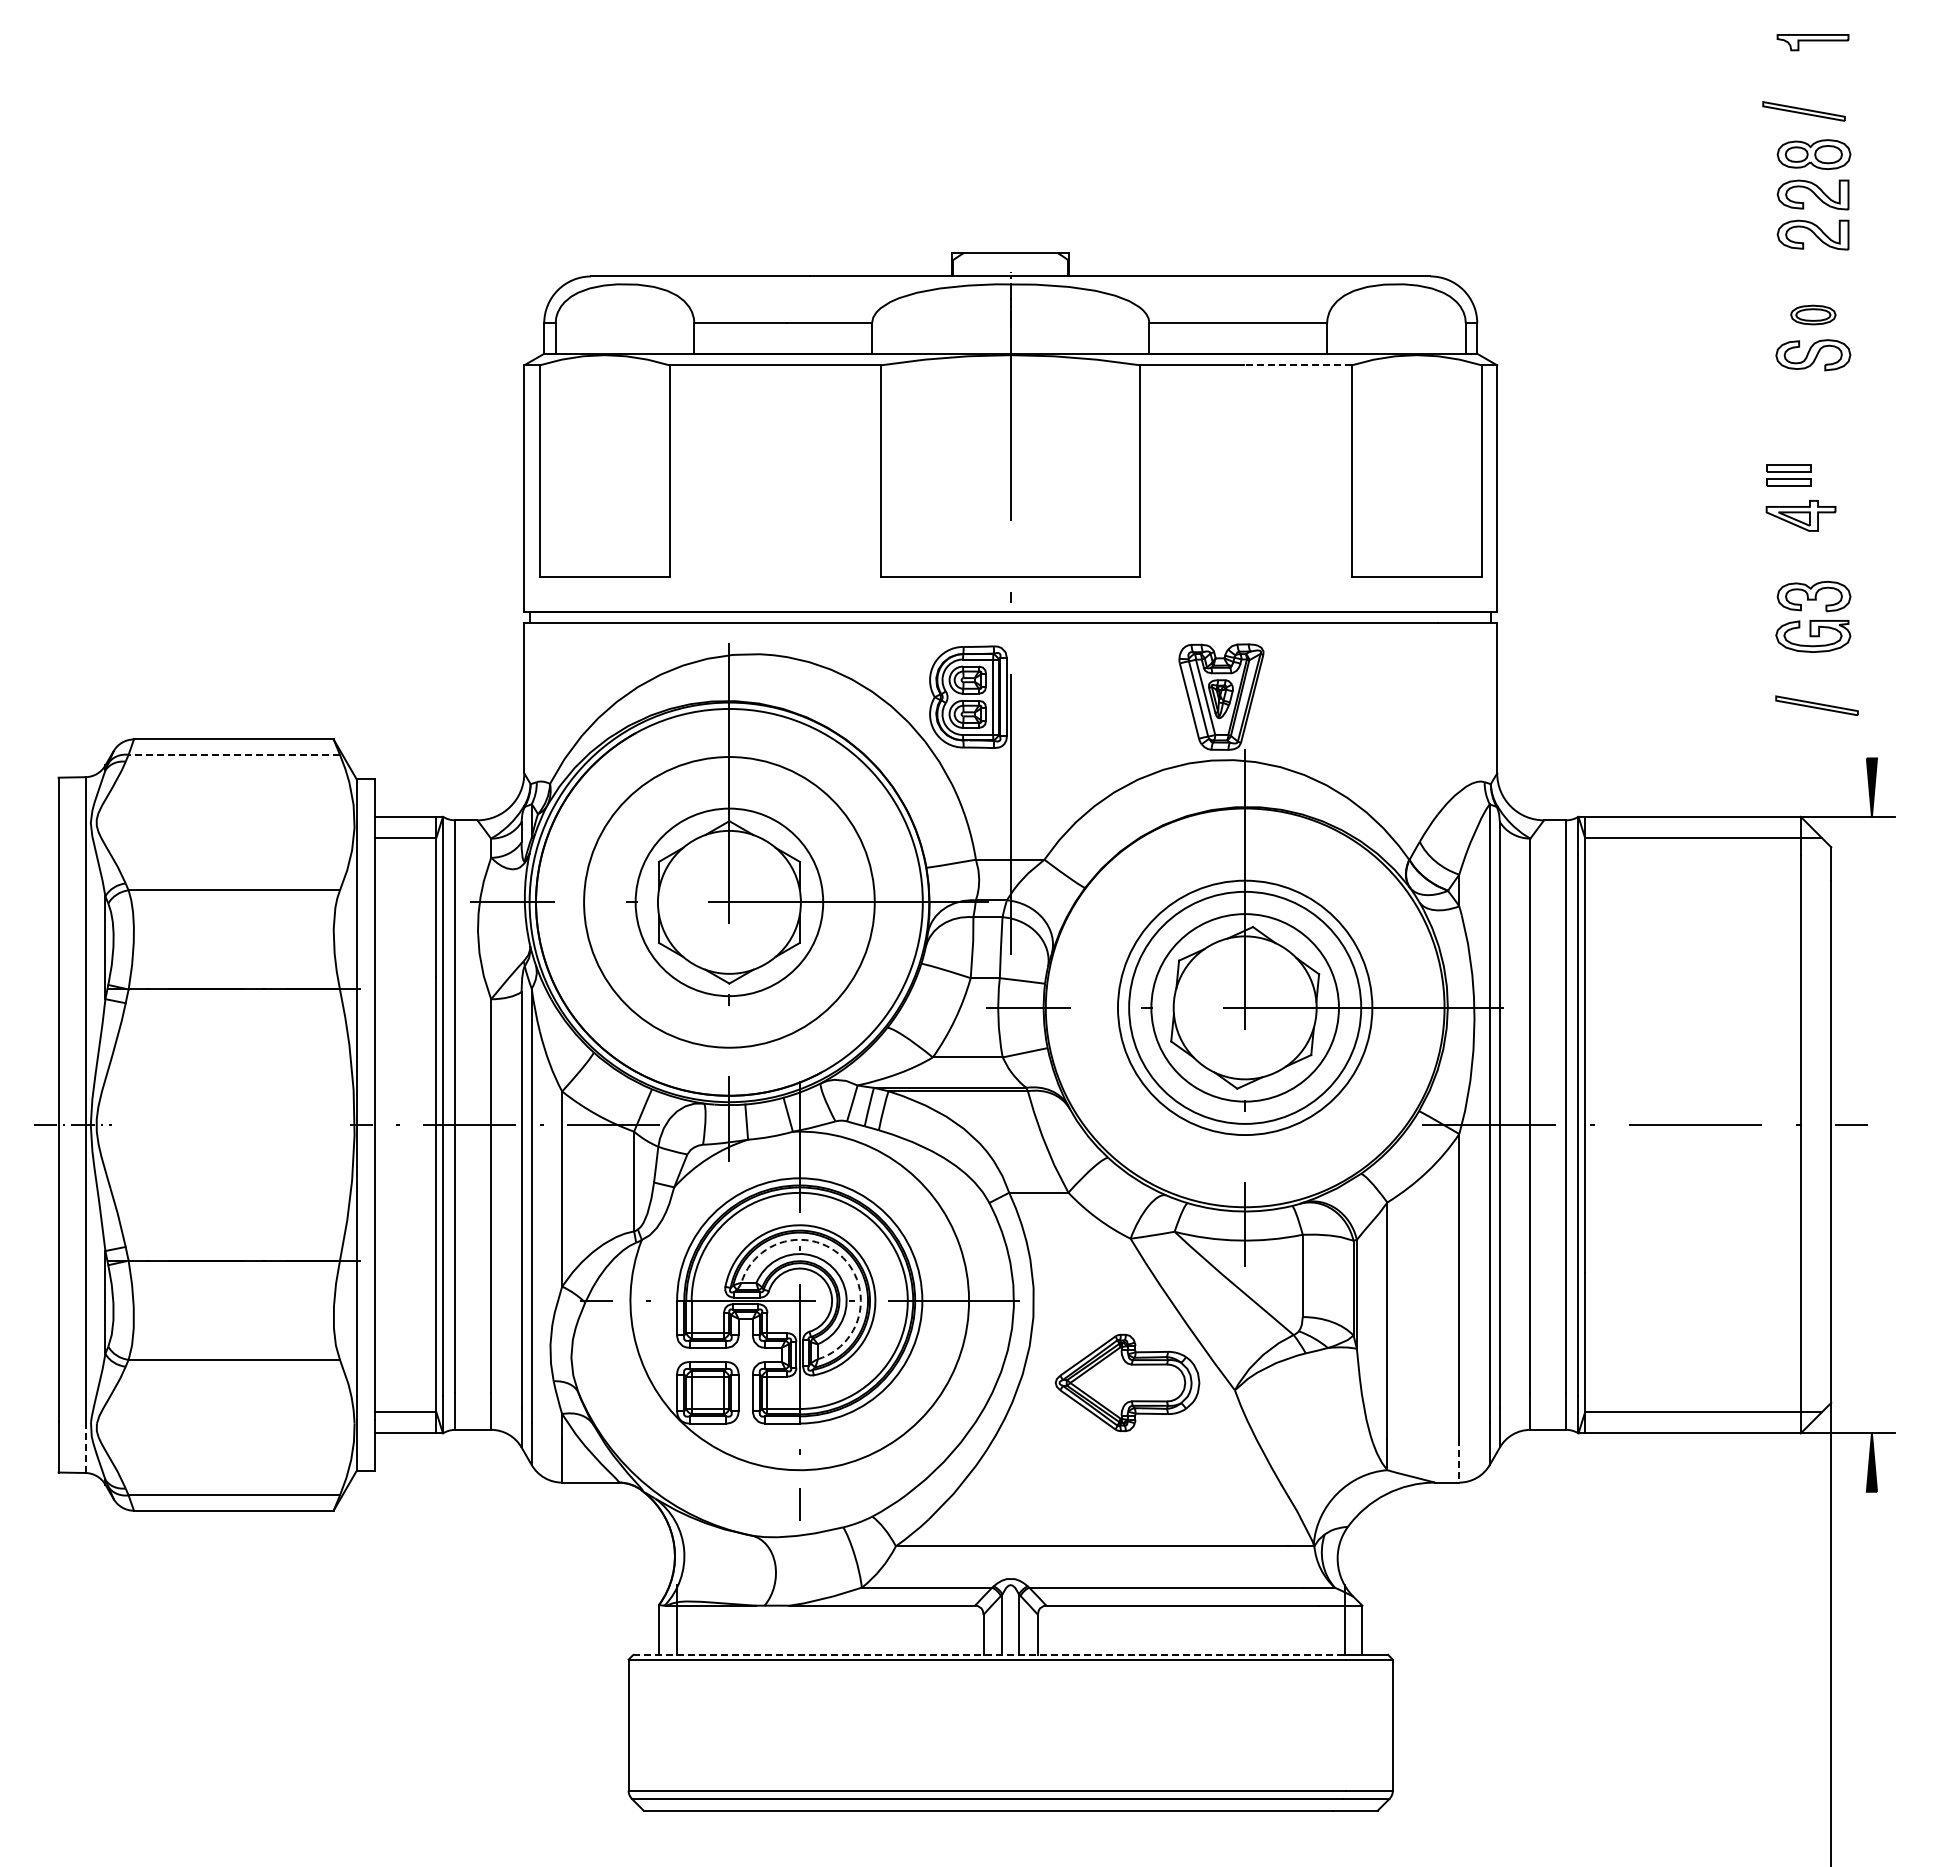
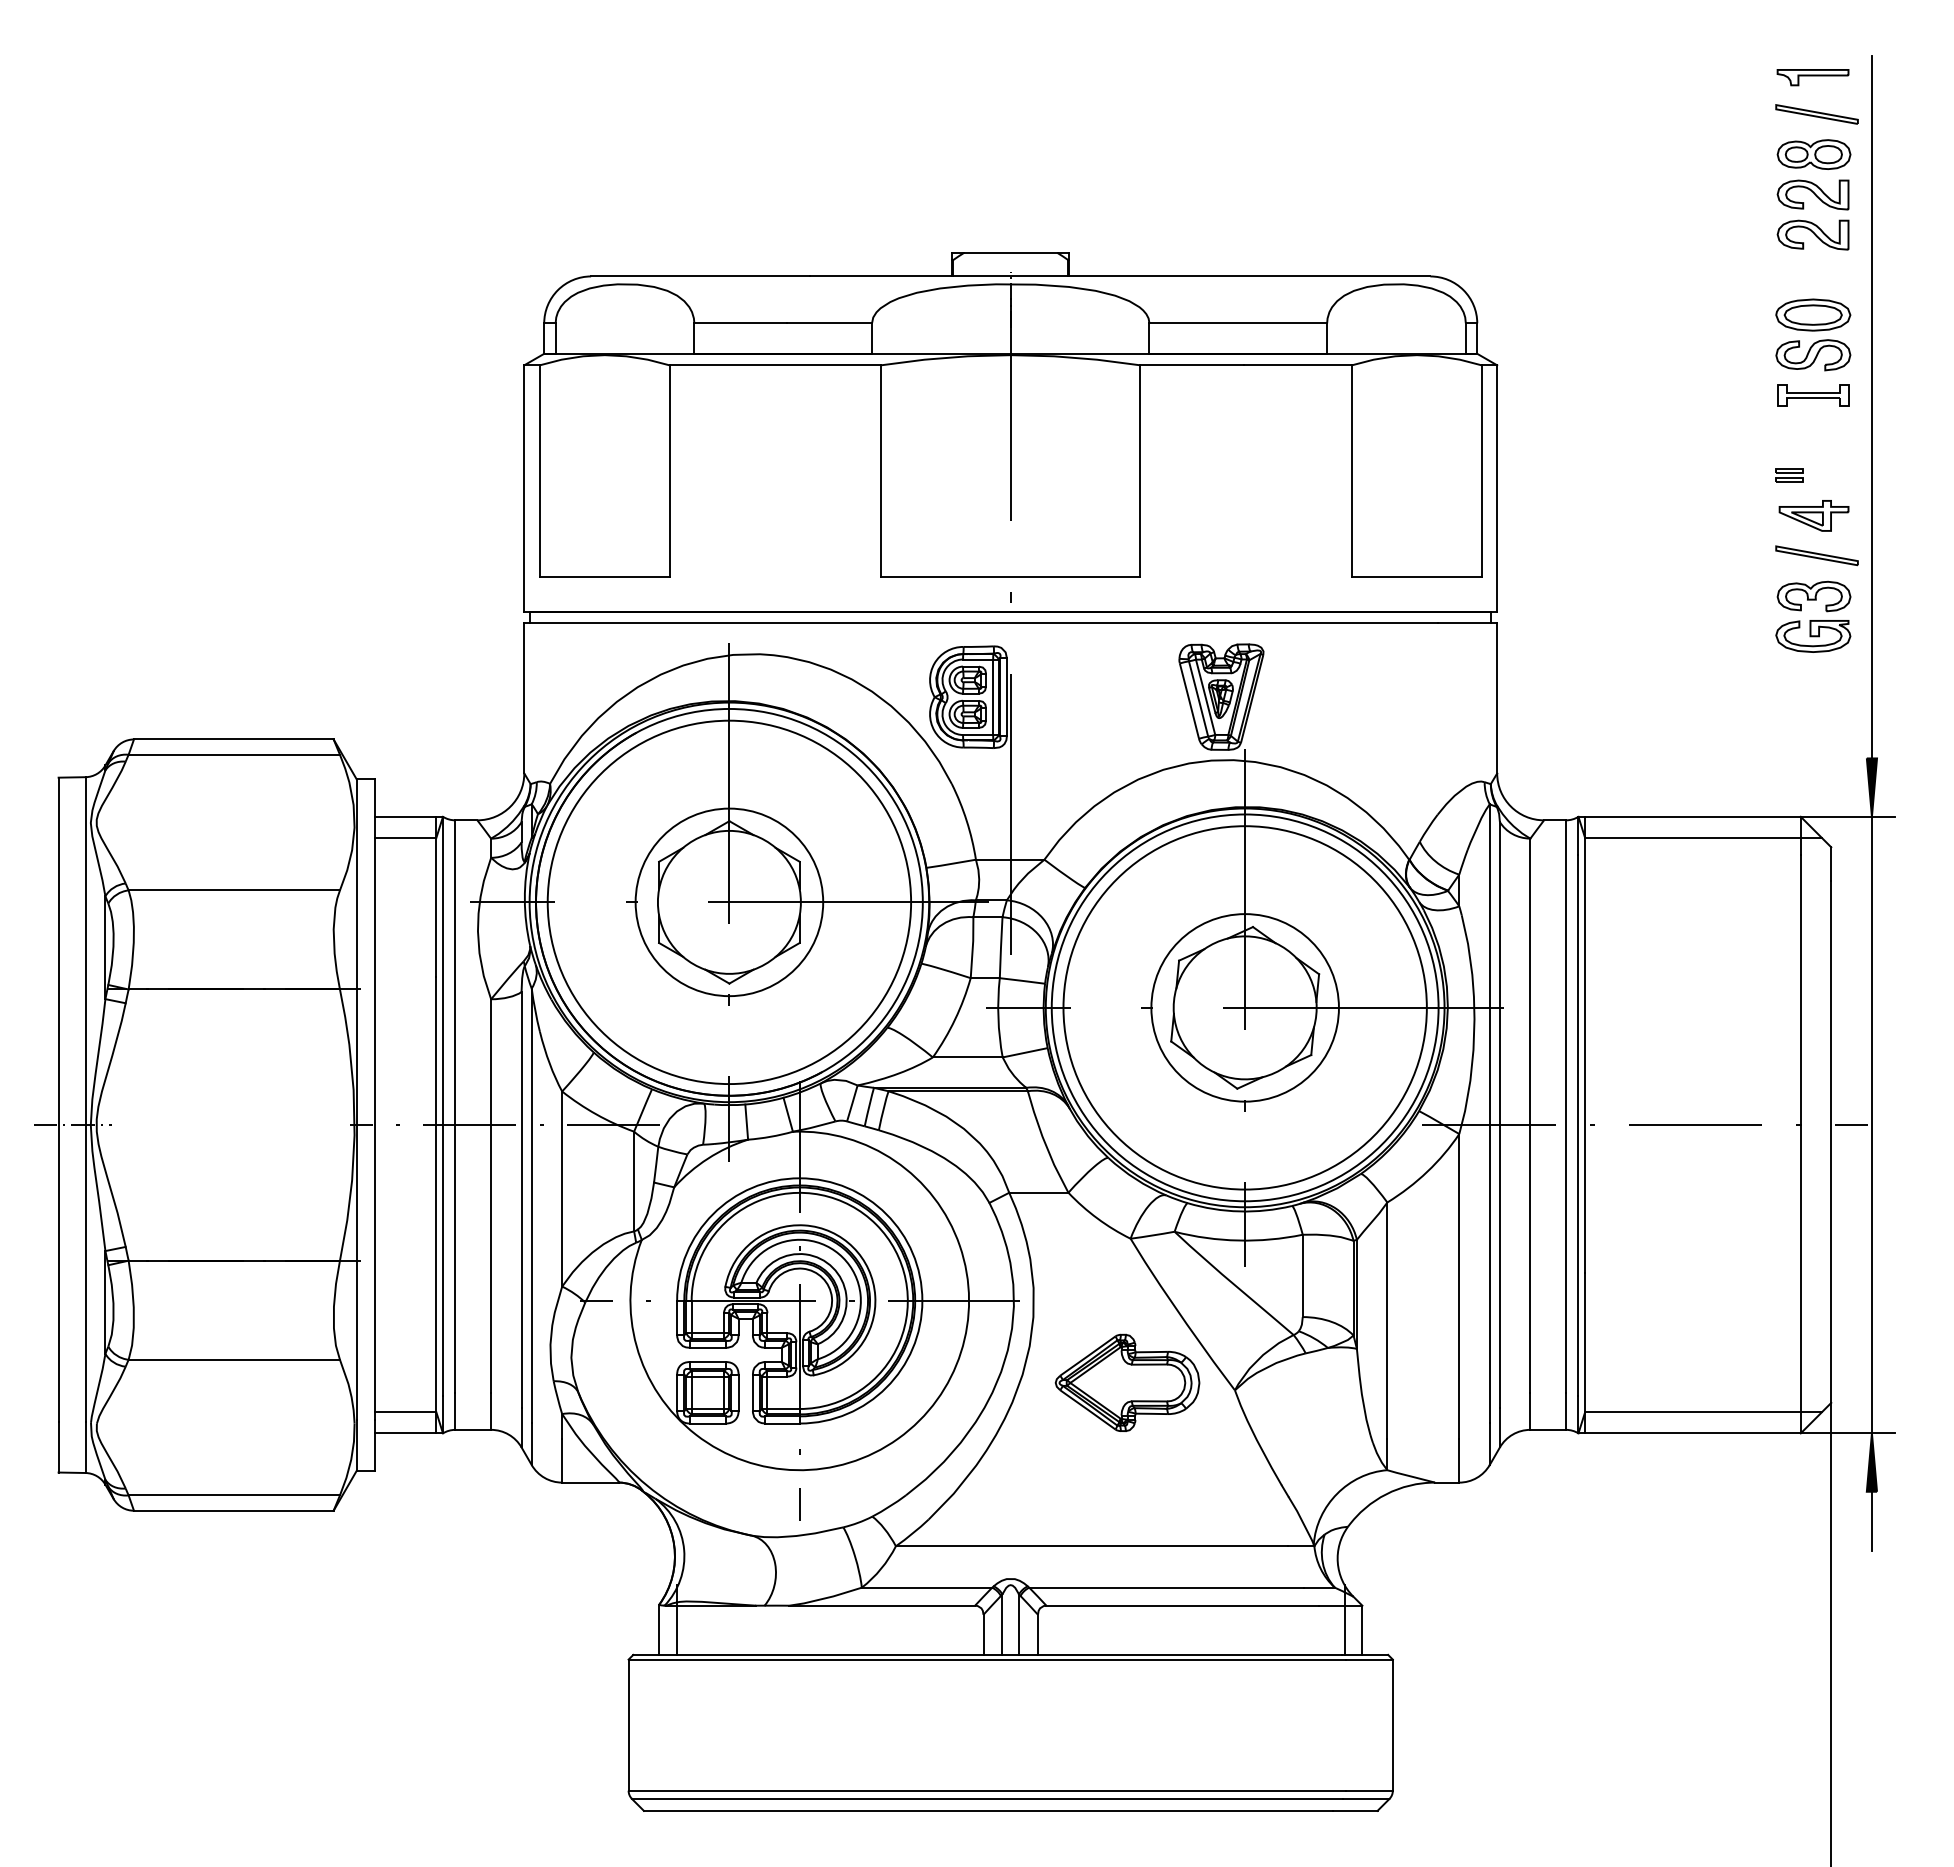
part at (1812, 42) position: (1812, 42) -> (1812, 77)
part at (1803, 111) position: (1803, 111) -> (1816, 114)
part at (1813, 314) size: 47x22 px -> 77x34 px
line at (1297, 365): dashed -> solid
part at (1813, 395): none -> present
line at (1871, 407): none -> present
part at (1788, 475) size: 46x23 px -> 29x15 px
part at (1800, 515) position: (1800, 515) -> (1813, 515)
part at (1816, 705) position: (1816, 705) -> (1816, 555)
line at (234, 754): dashed -> solid
circle at (729, 902) diameter: 291 px -> 363 px
circle at (1245, 1007) diameter: 232 px -> 387 px
circle at (1245, 1007) diameter: 254 px -> 363 px
line at (1871, 1124): none -> present
arc at (842, 1257): dashed -> solid
line at (85, 1447): dashed -> solid
line at (1459, 1460): dashed -> solid
line at (1871, 1520): none -> present
line at (988, 1654): dashed -> solid
